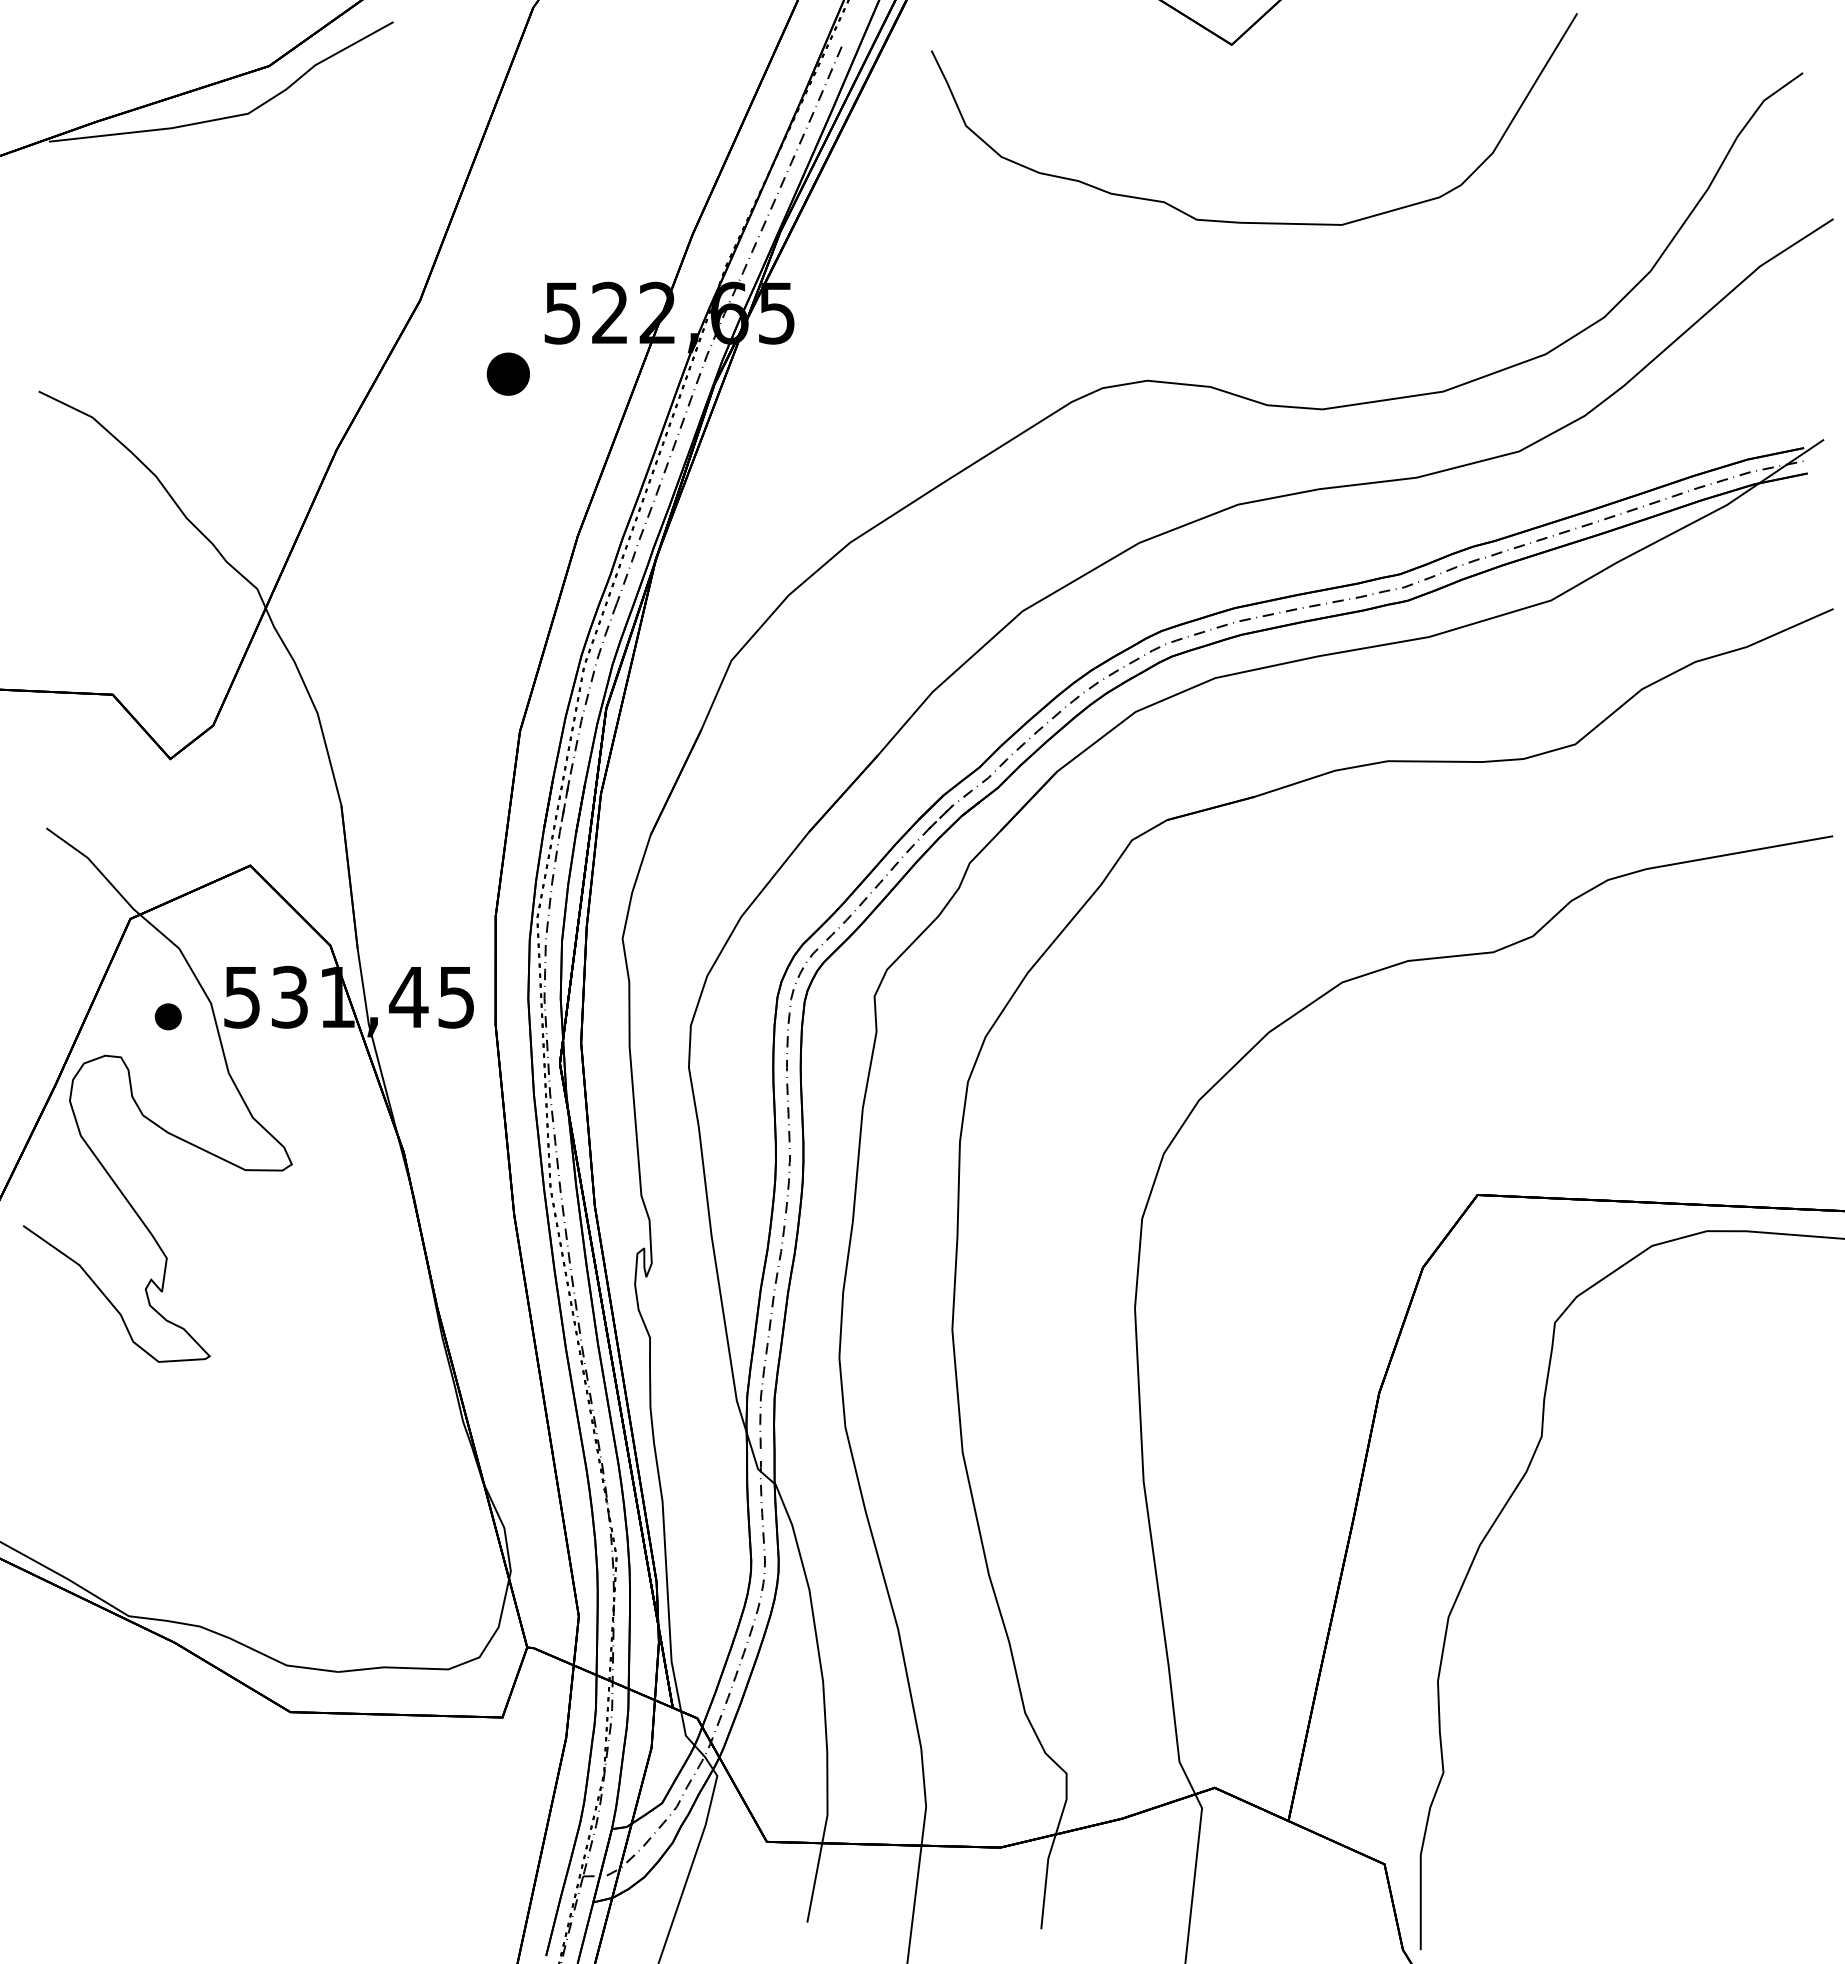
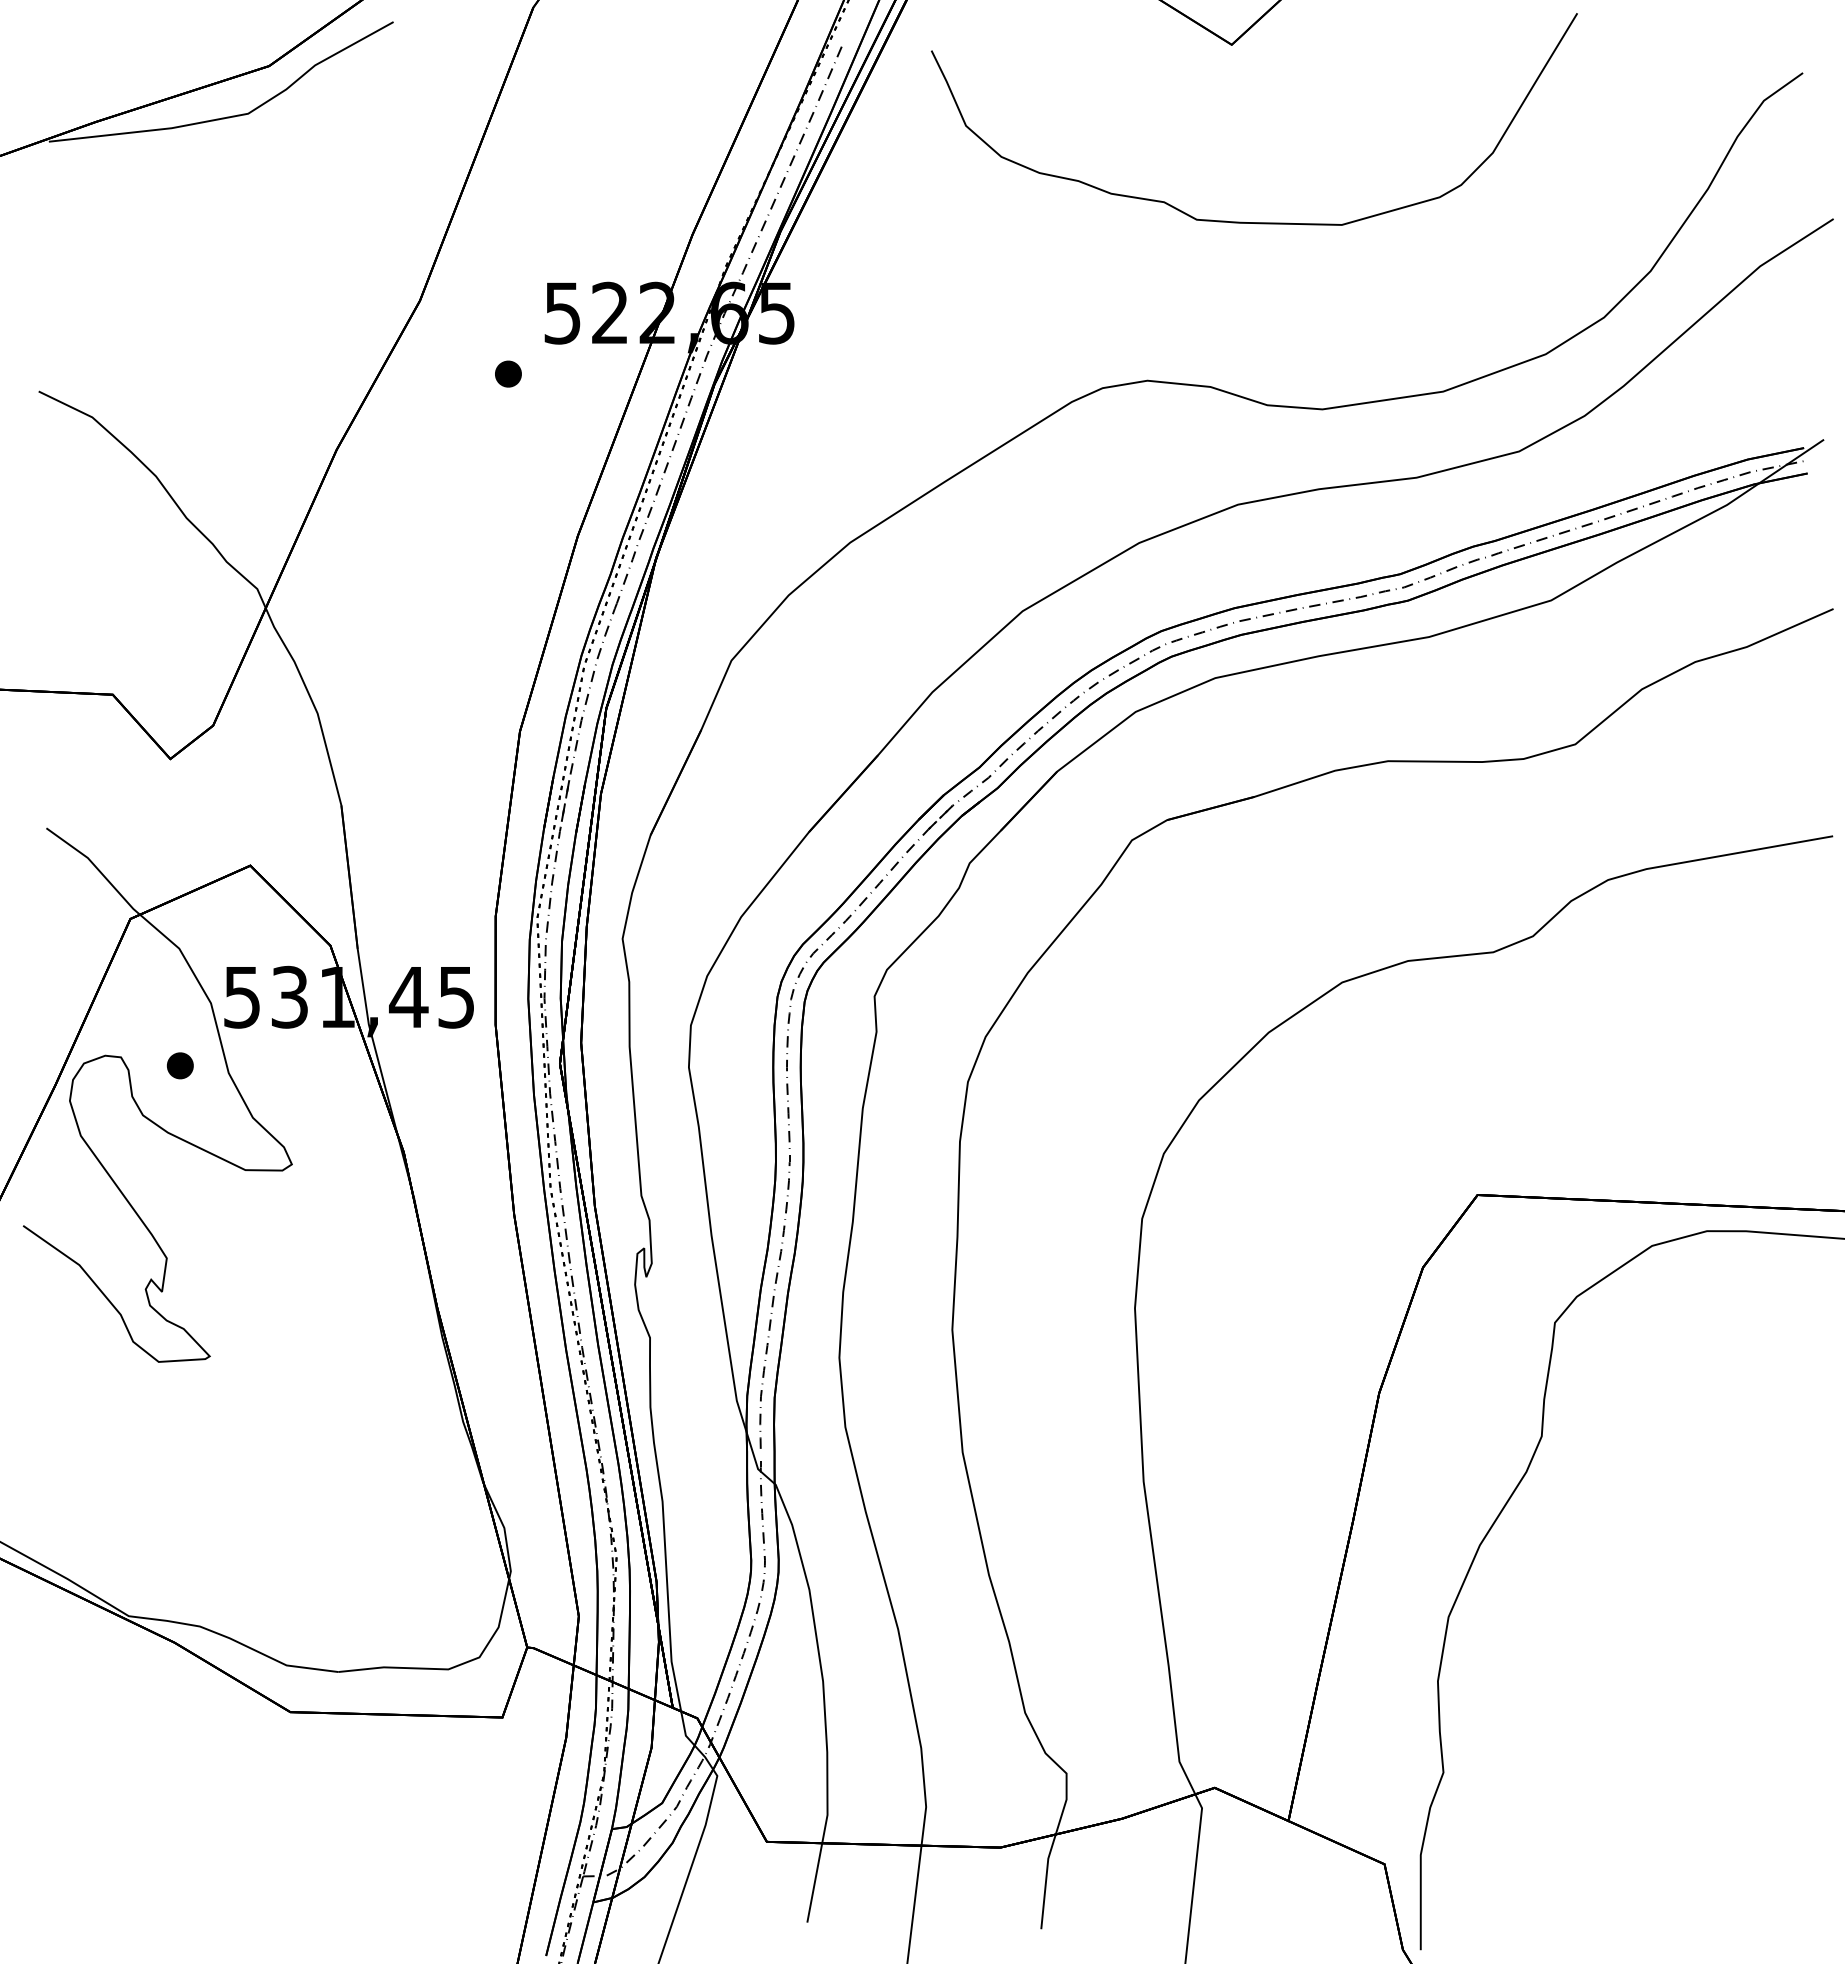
part at (507, 373) size: 44x44 px -> 27x28 px
part at (167, 1016) position: (167, 1016) -> (179, 1065)
